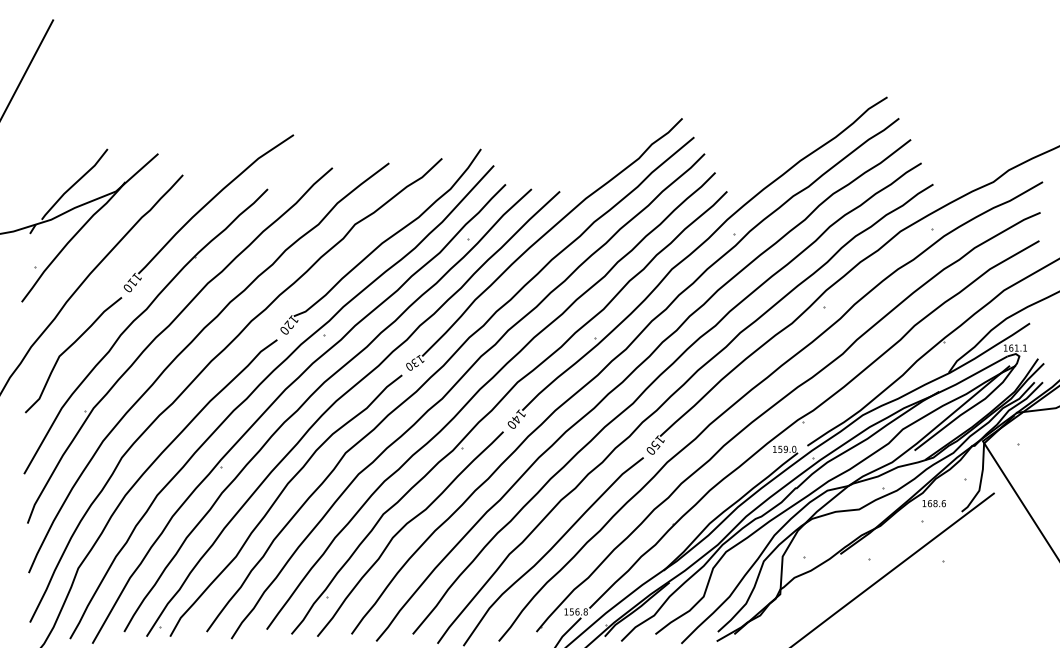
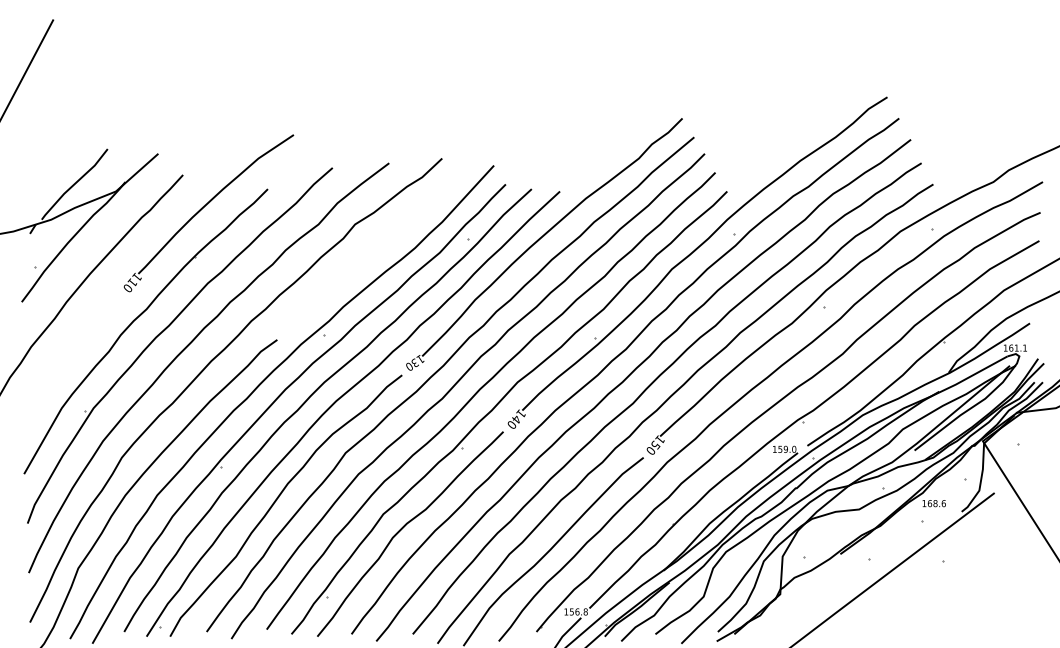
part at (380, 241): present -> none
curve at (68, 349): present -> none
